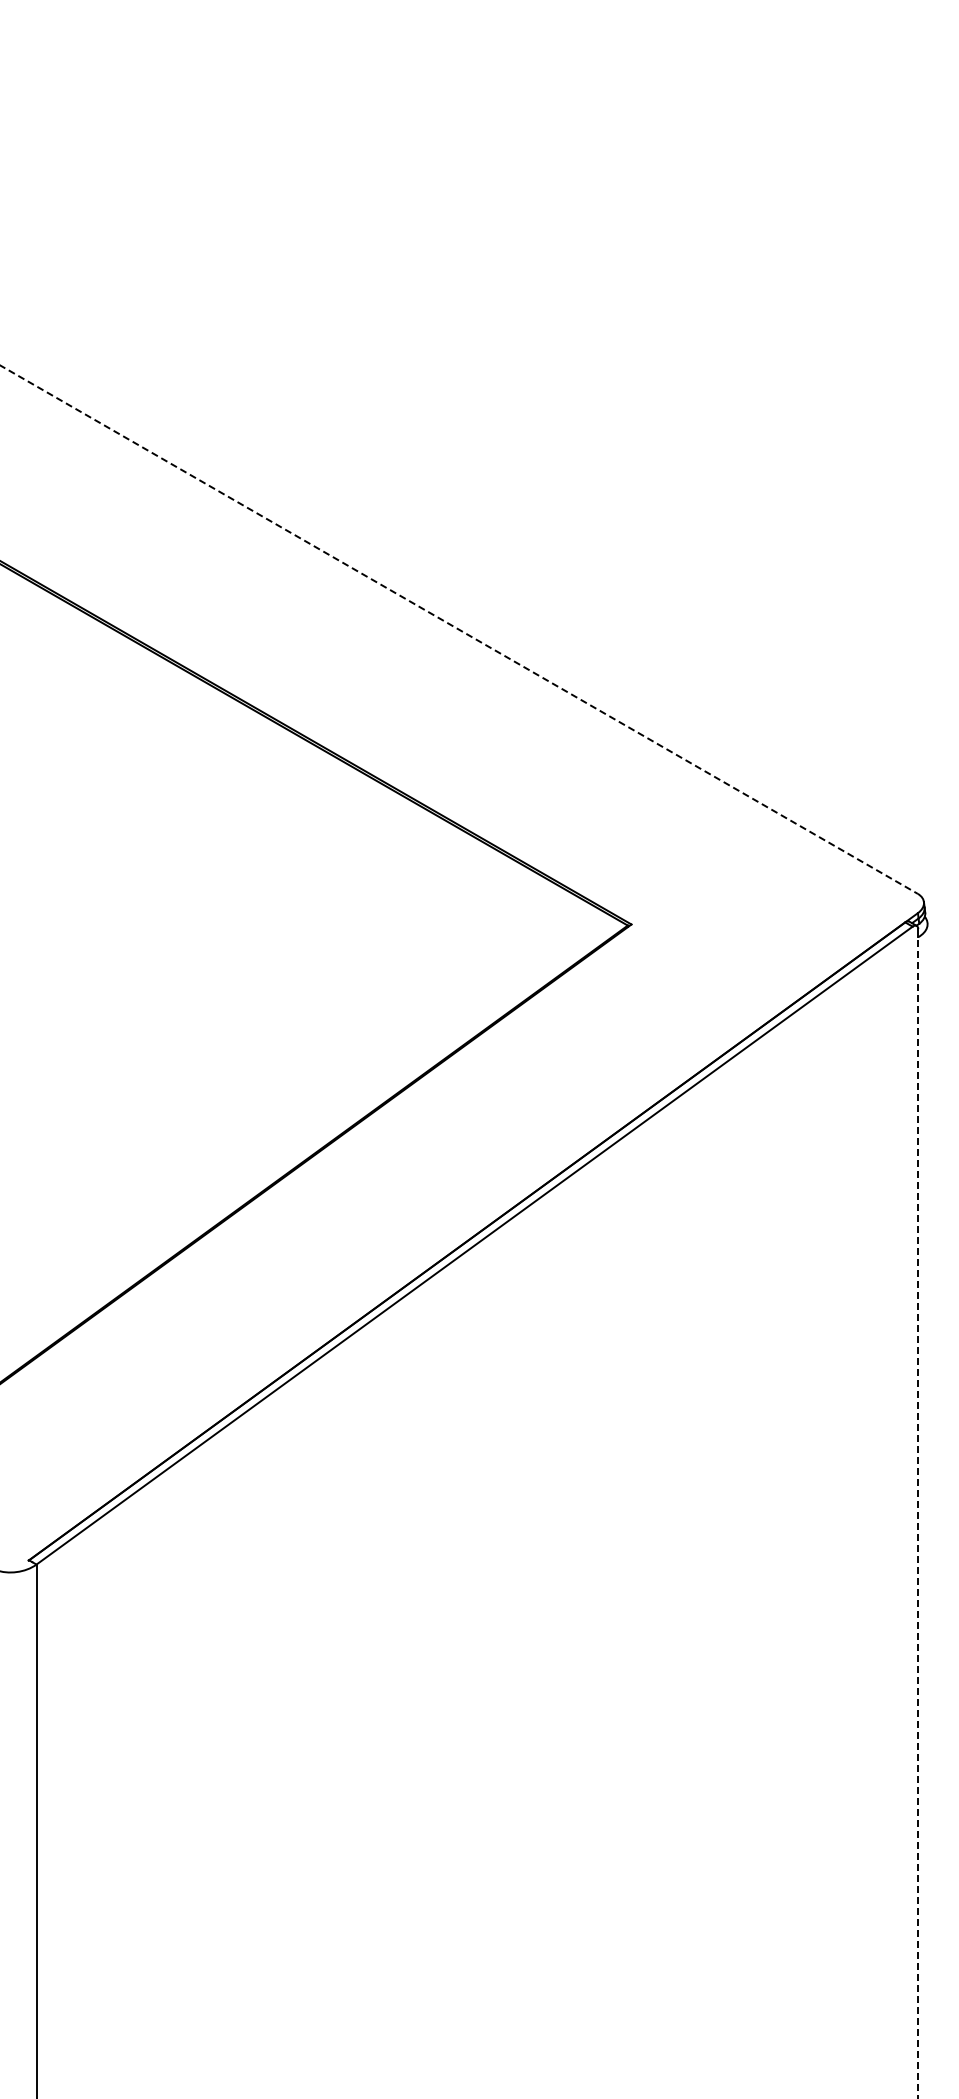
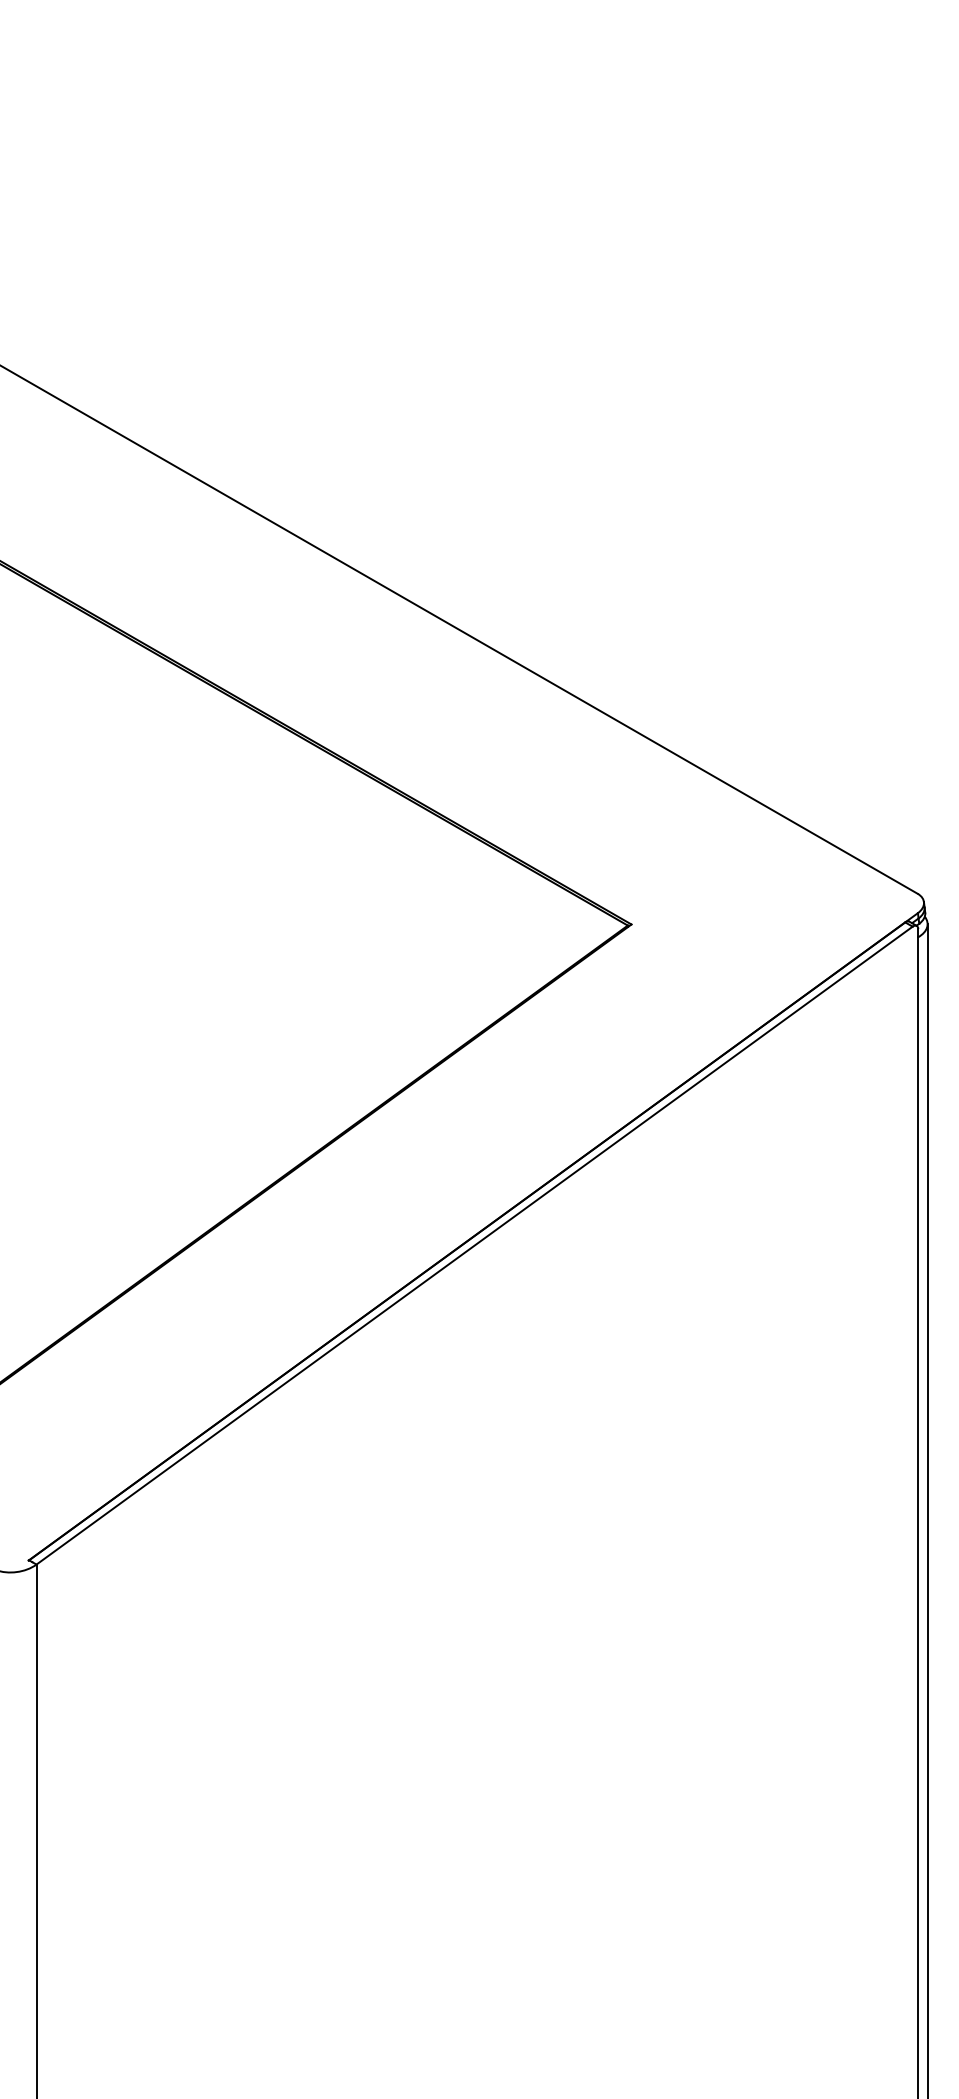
line at (459, 630): dashed -> solid
line at (927, 1509): none -> present
line at (918, 1517): dashed -> solid
